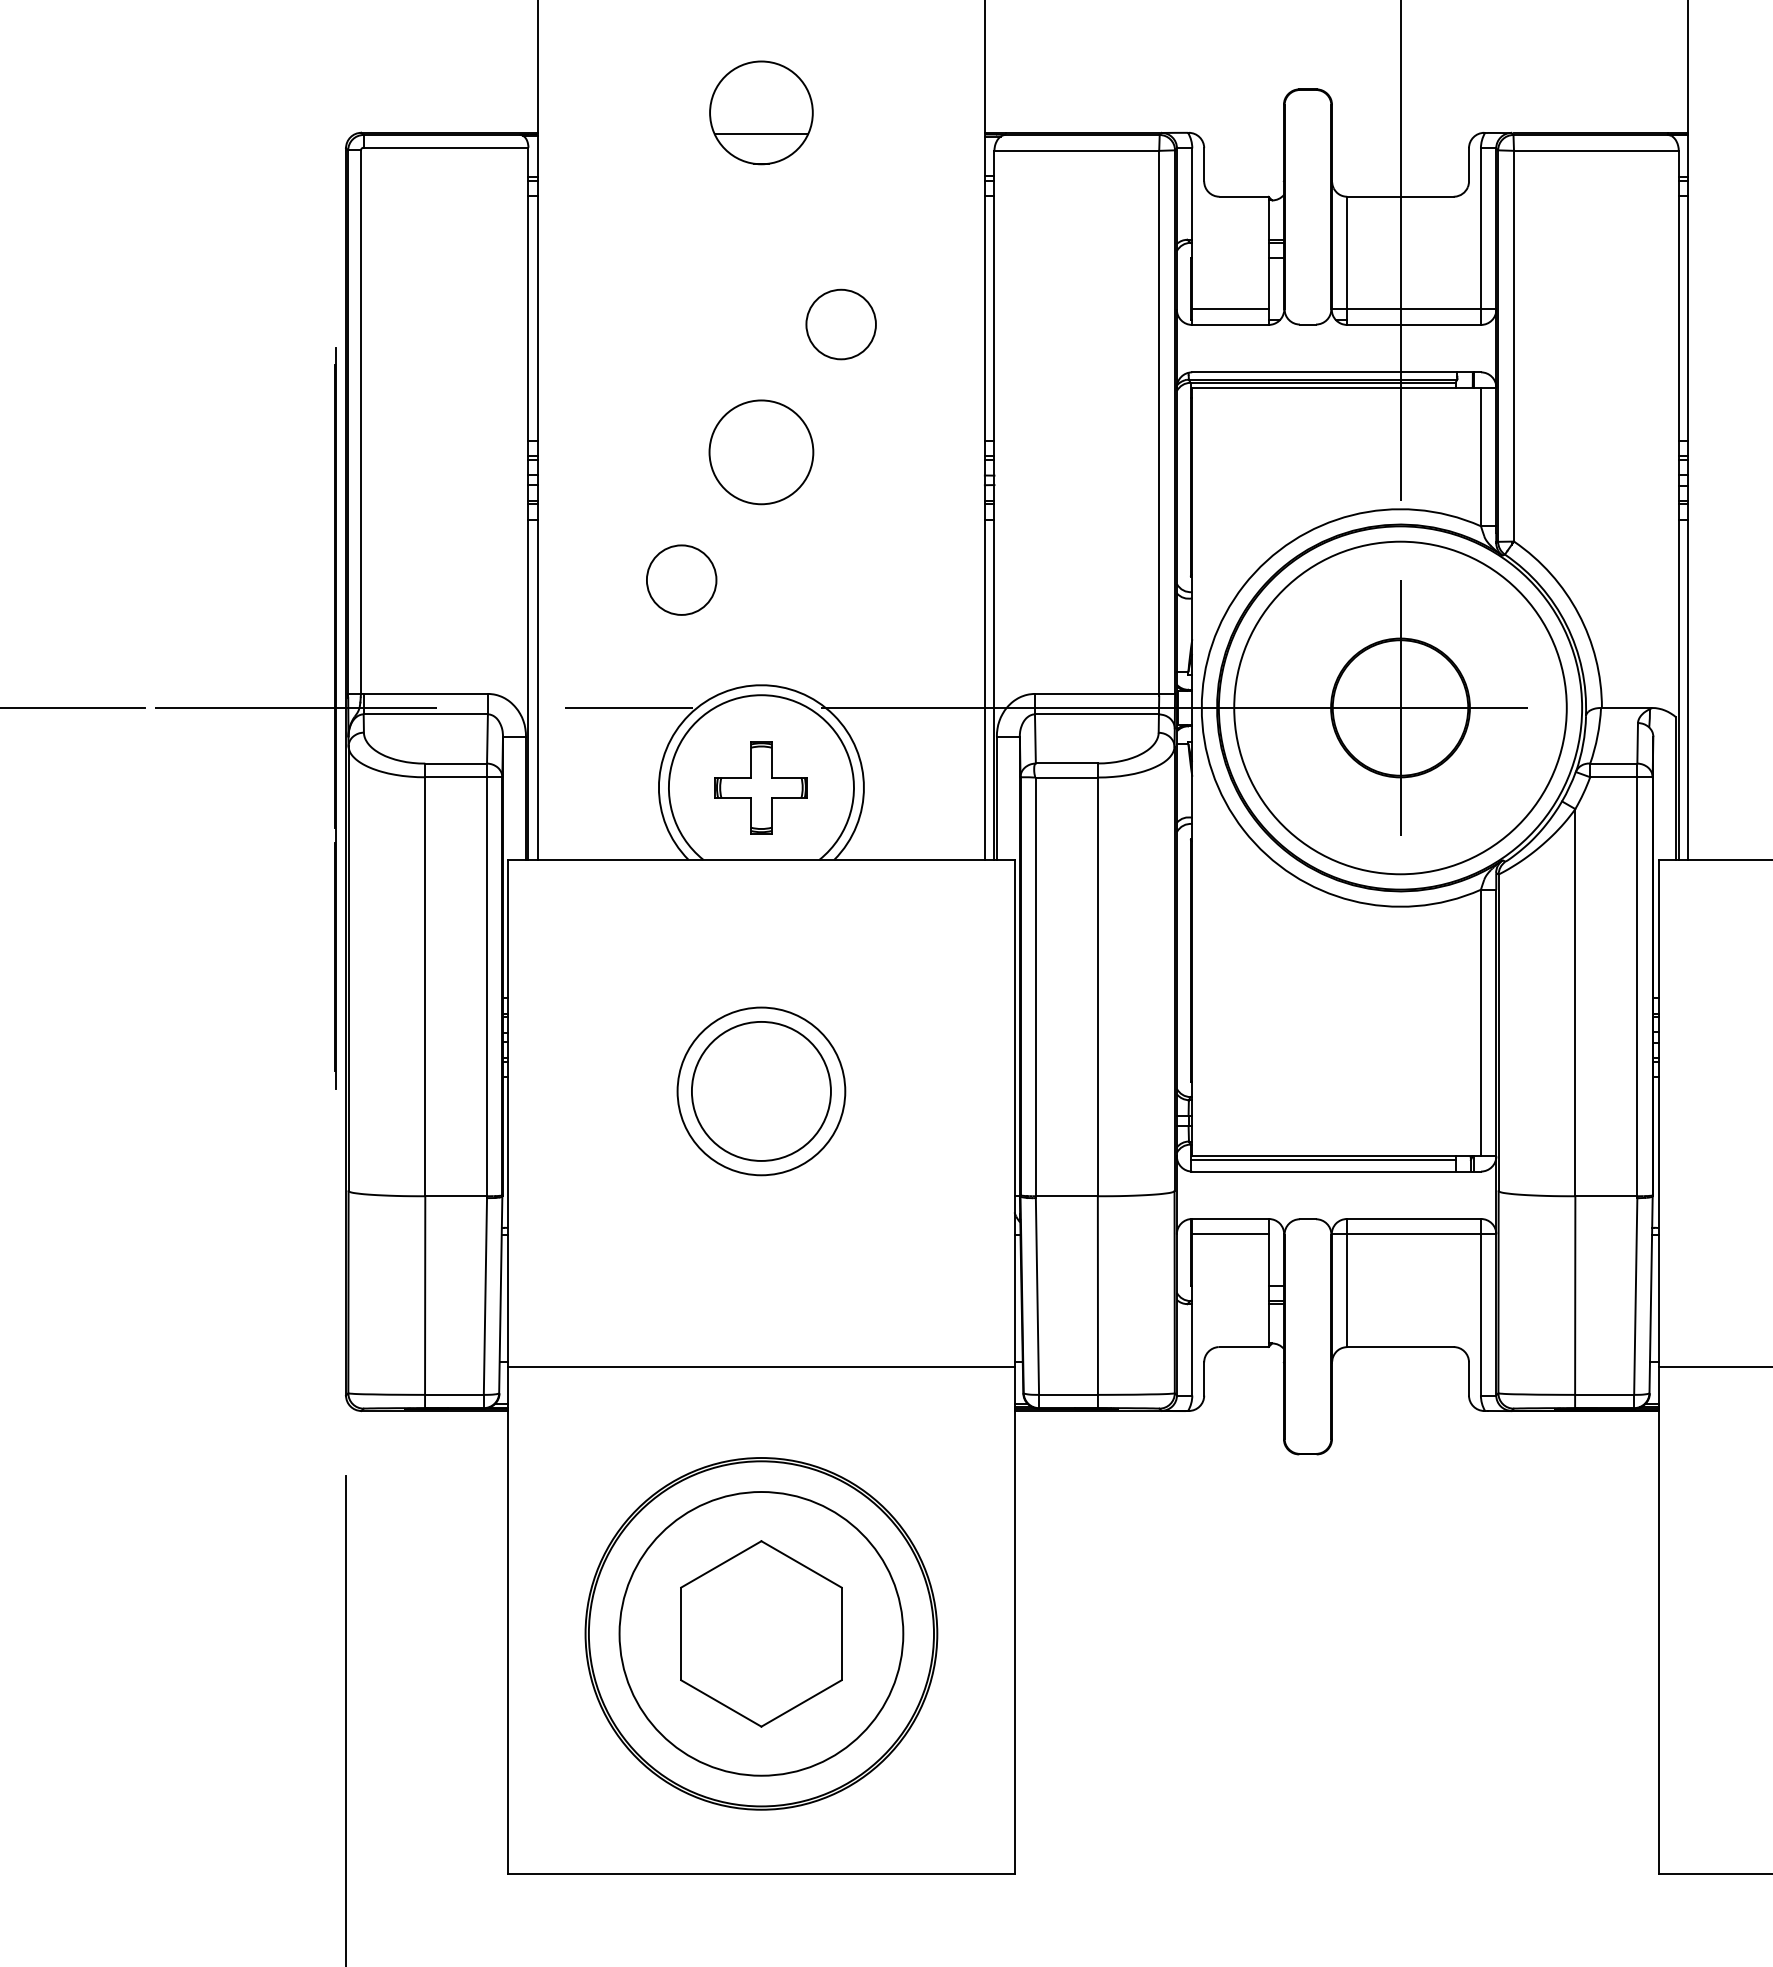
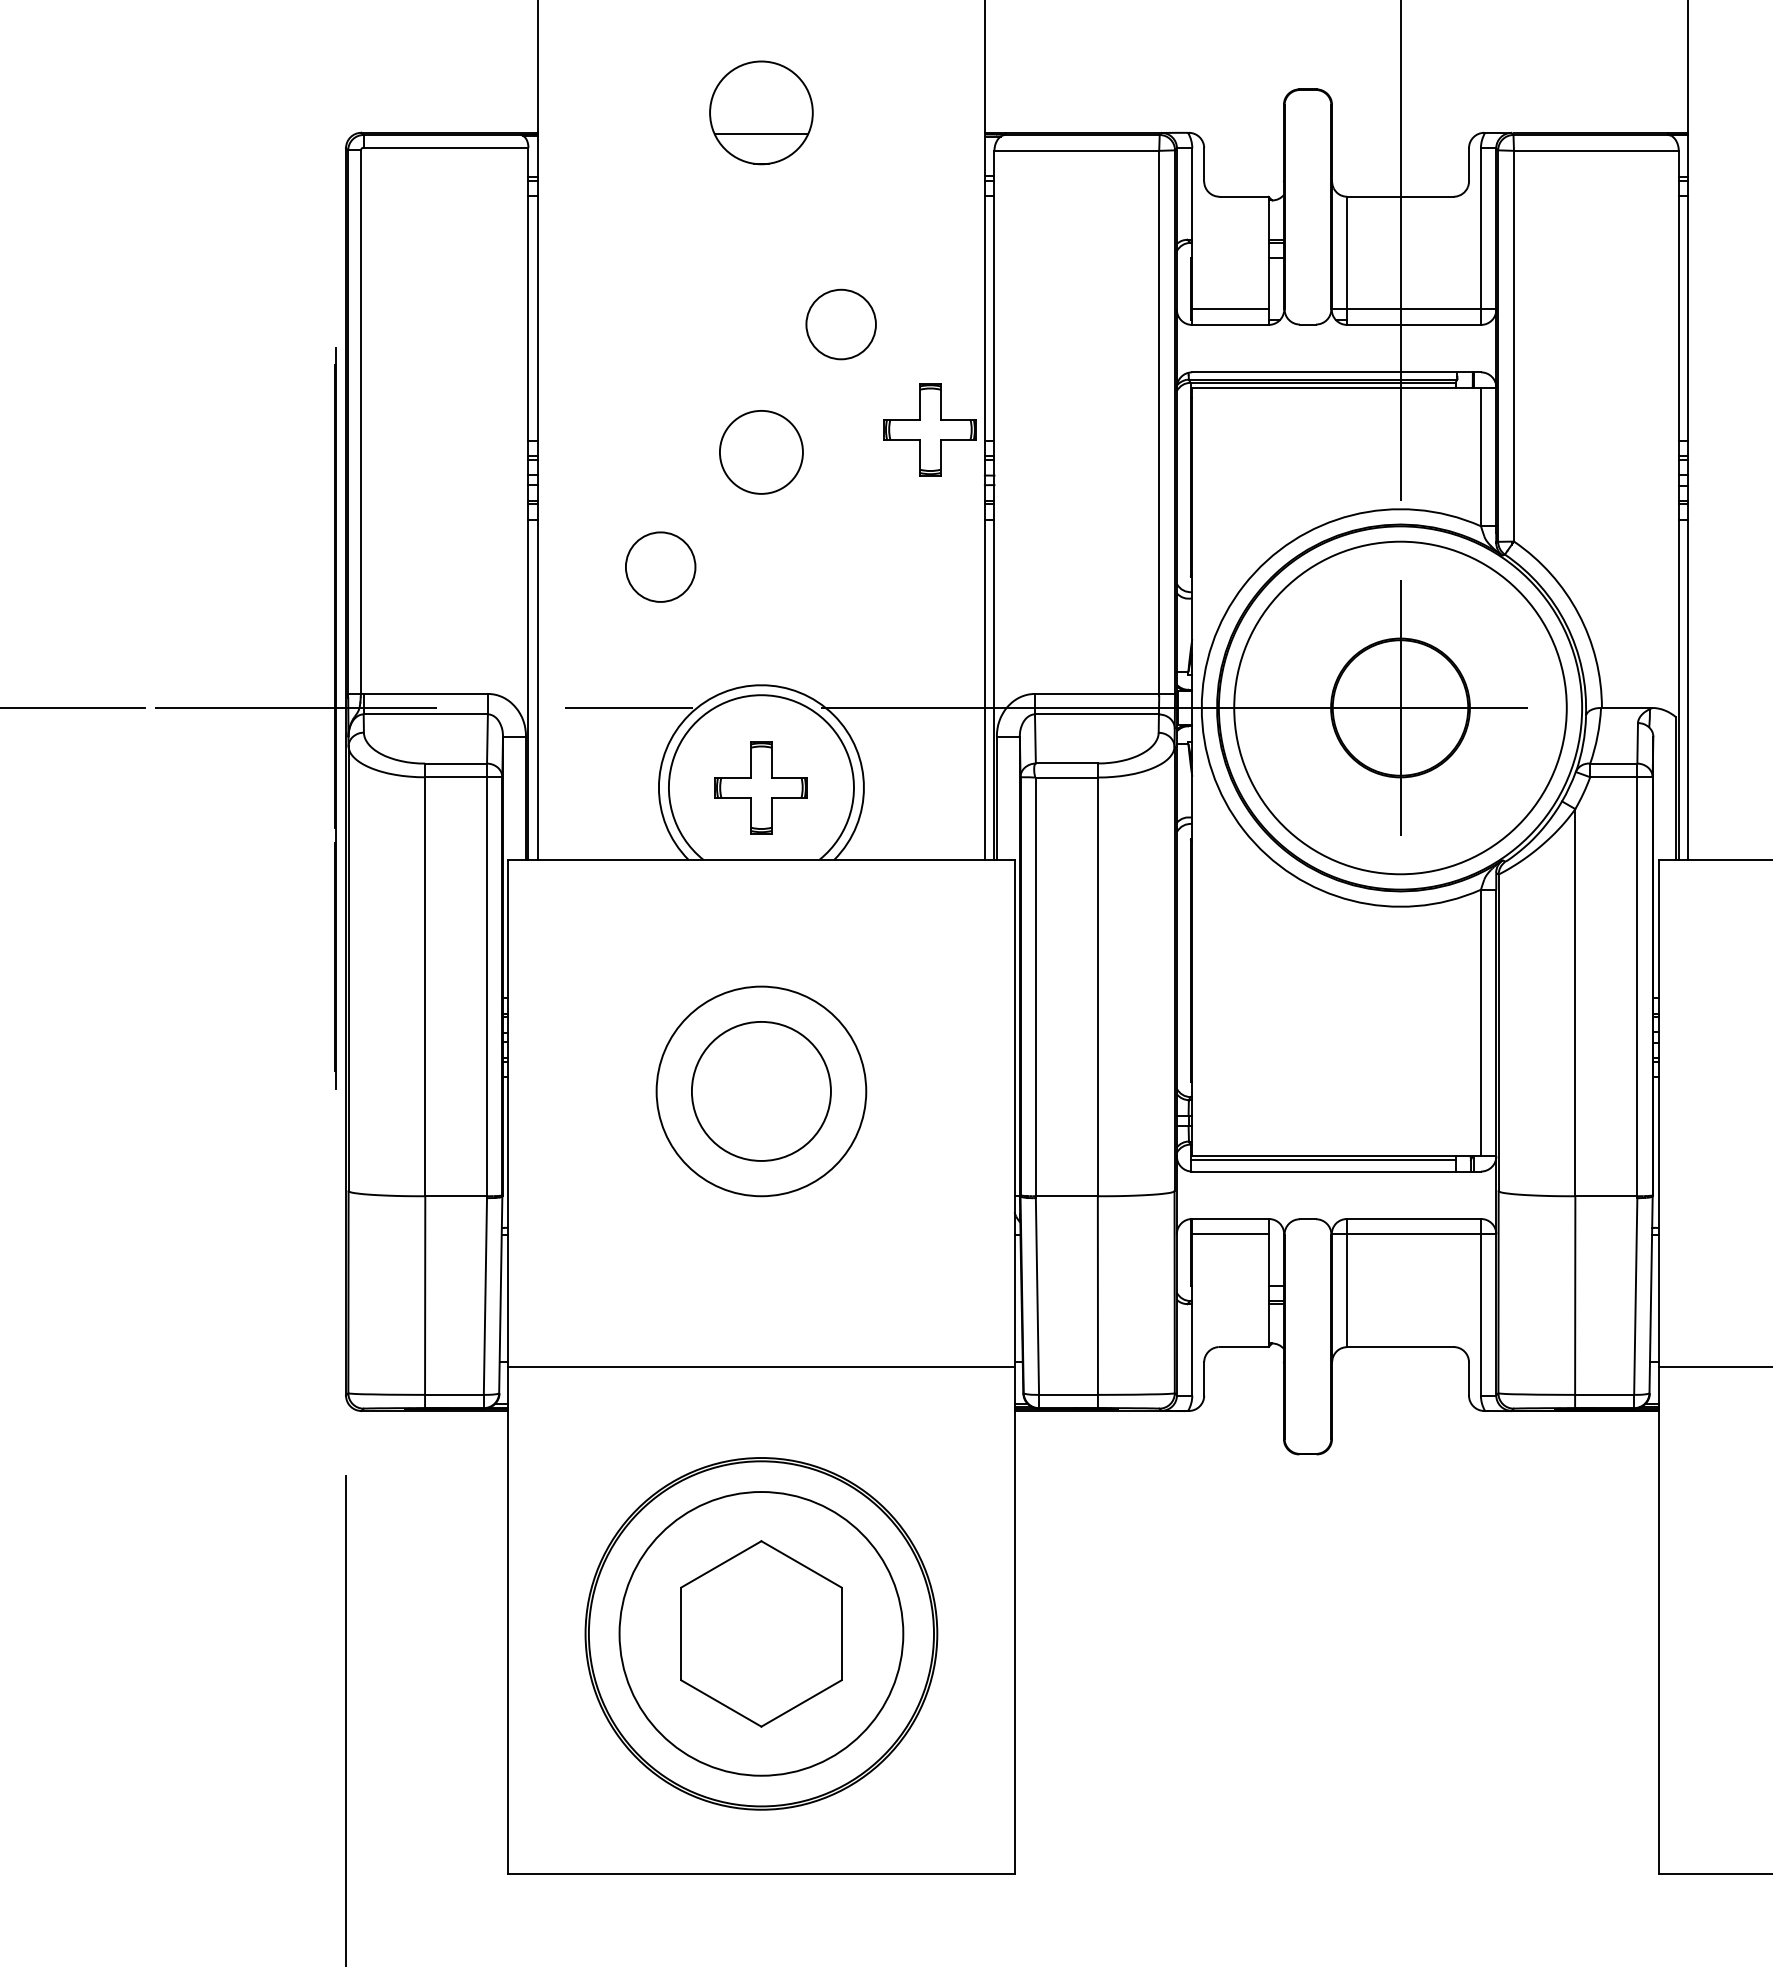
part at (929, 429): none -> present
circle at (761, 452) size: 107x107 px -> 85x85 px
circle at (681, 579) position: (681, 579) -> (660, 566)
circle at (761, 1091) diameter: 168 px -> 210 px
